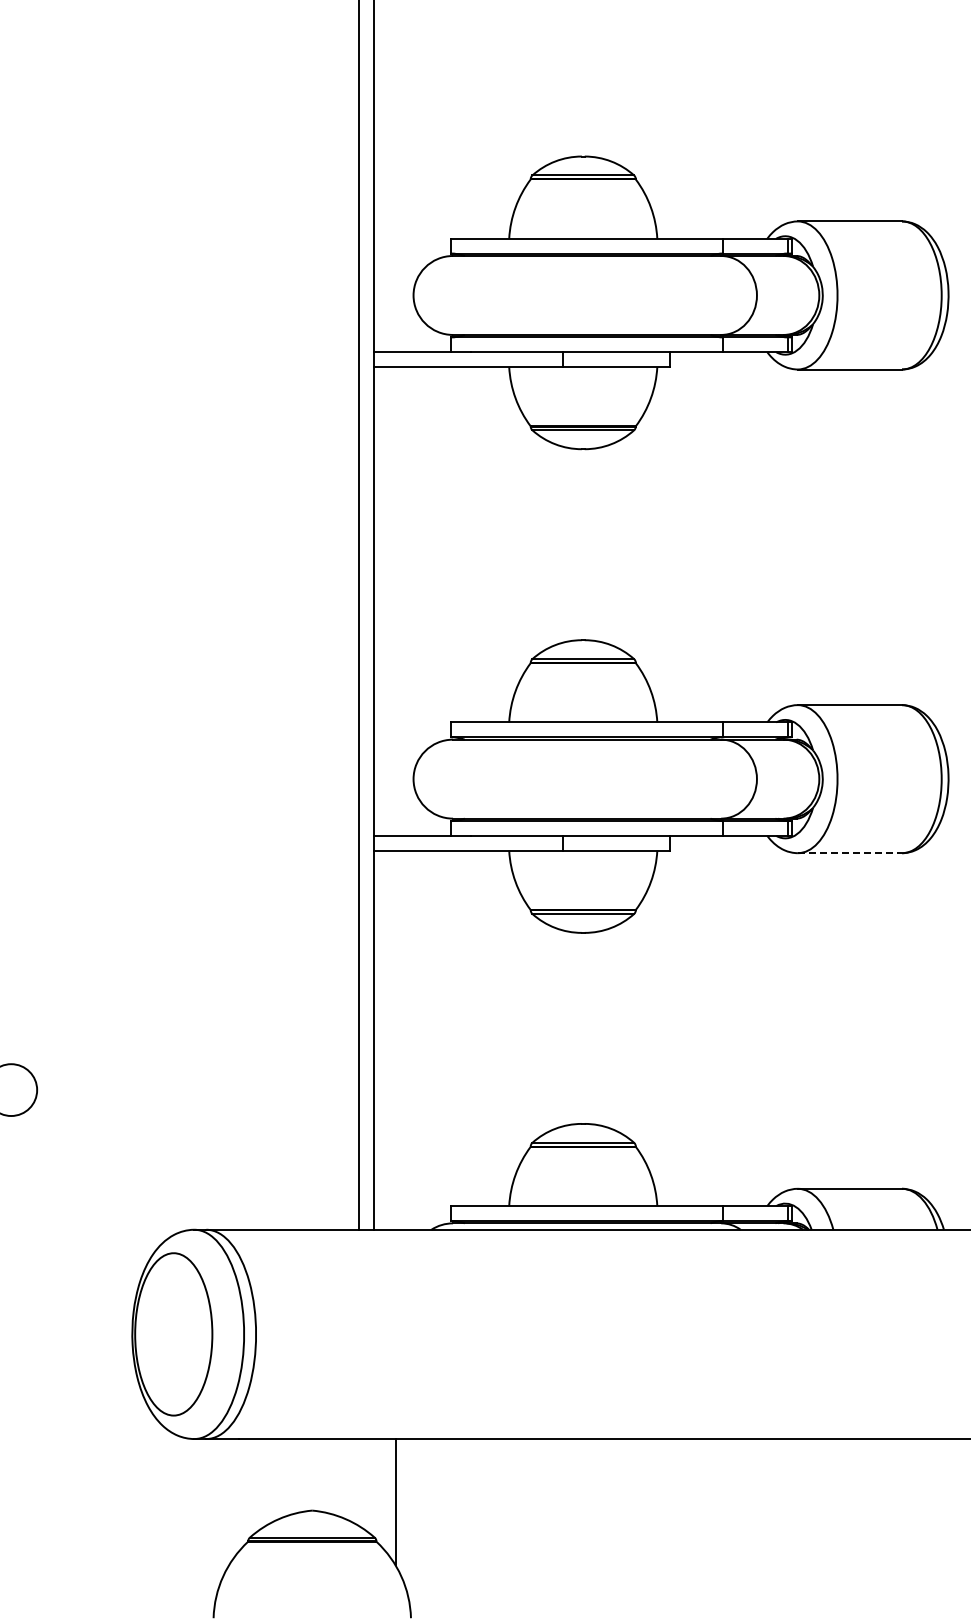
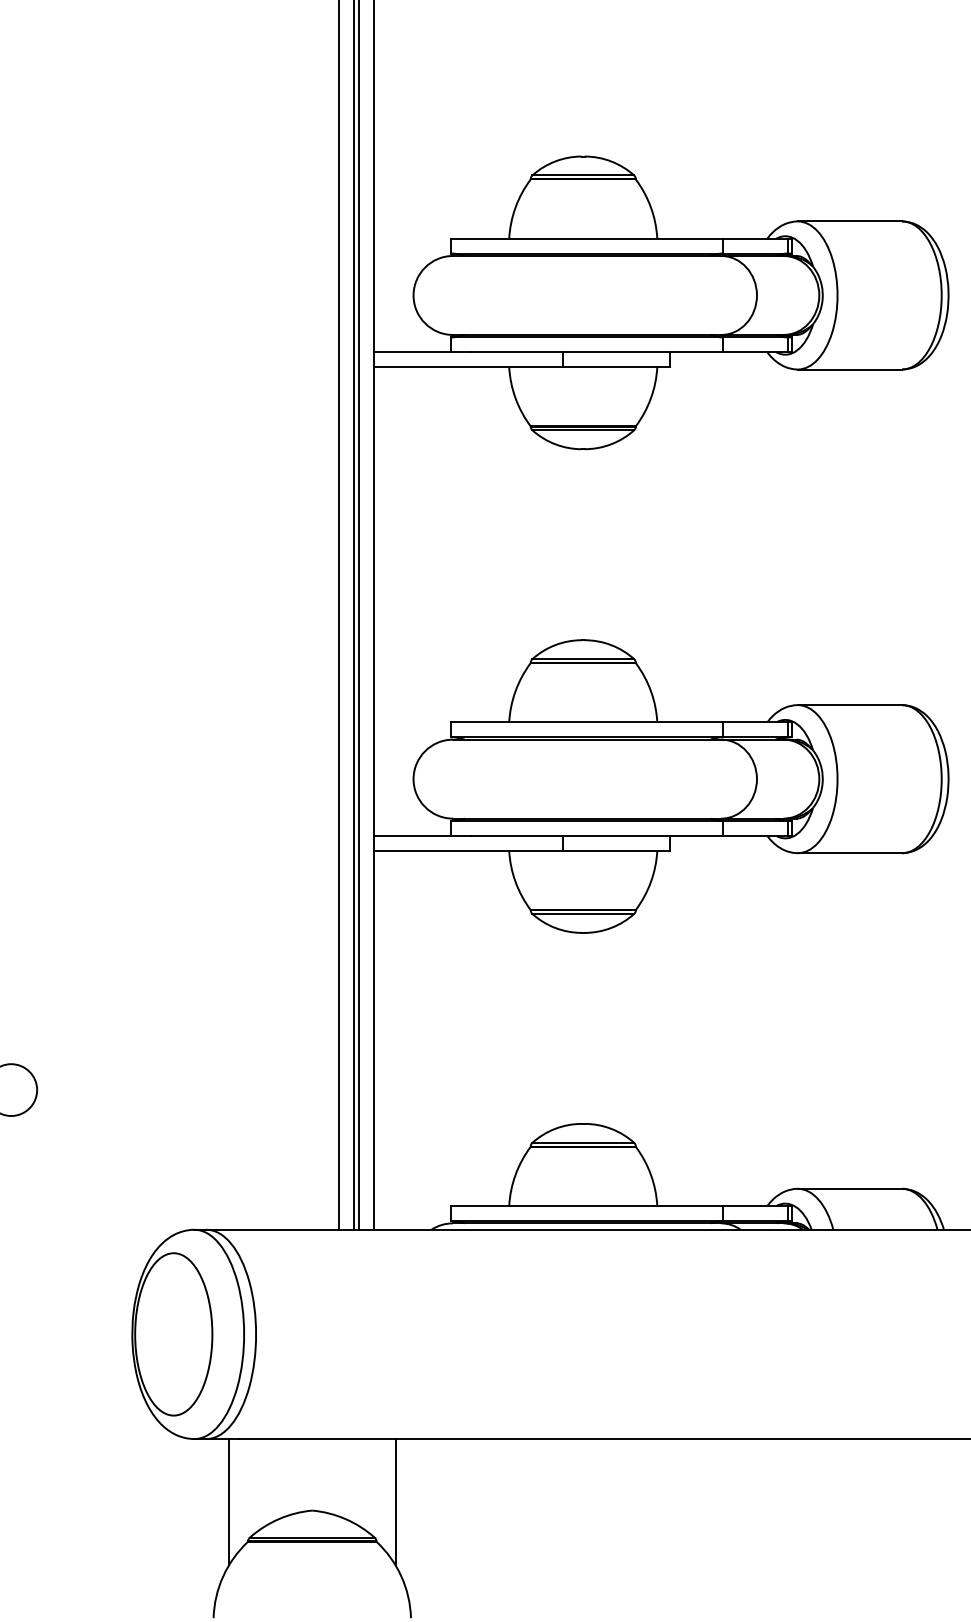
line at (339, 615): none -> present
line at (354, 615): none -> present
line at (850, 853): dashed -> solid
line at (229, 1502): none -> present
